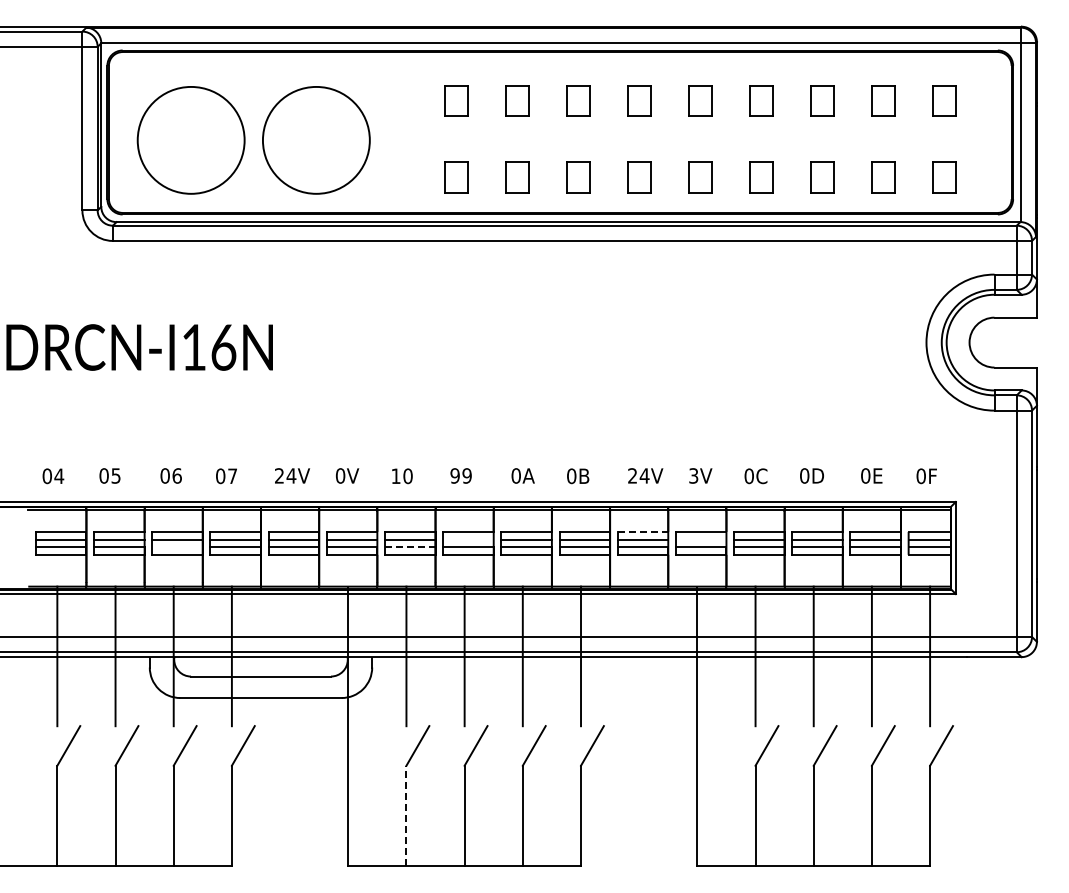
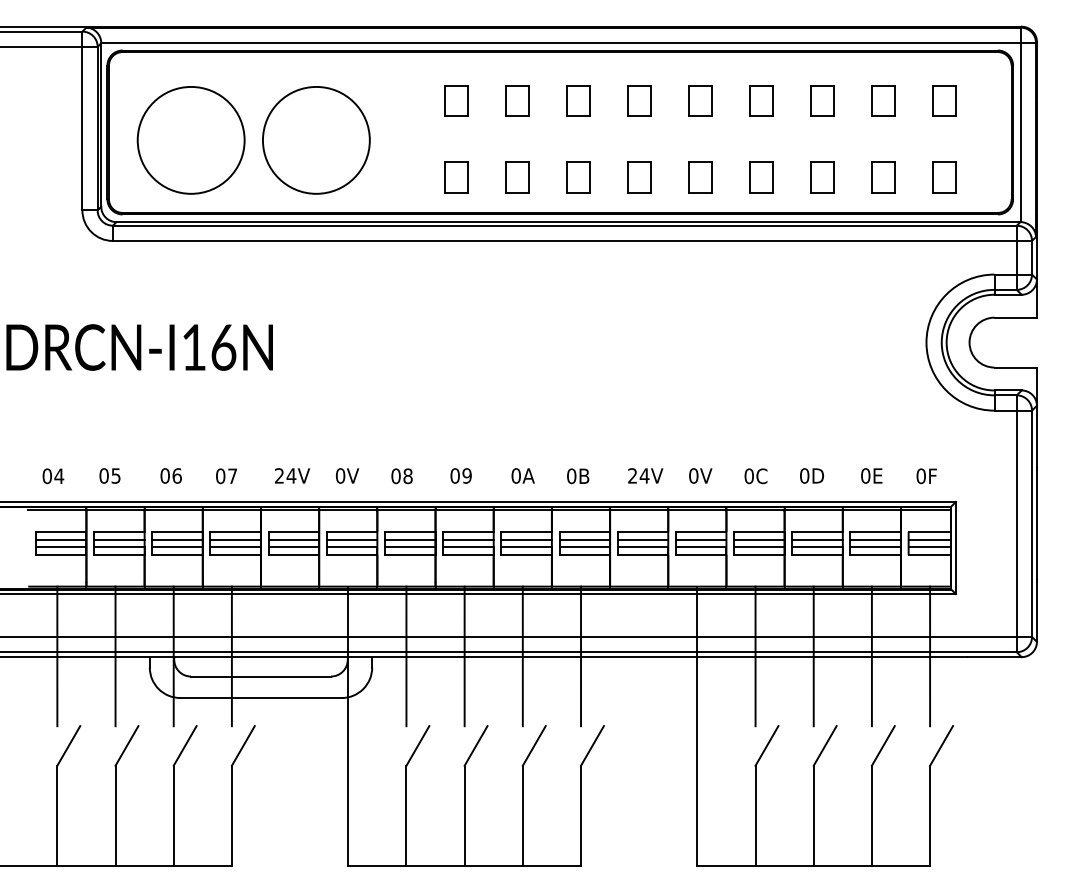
text at (454, 475): 99 -> 09
text at (693, 475): 3V -> 0V
text at (401, 476): 10 -> 08
line at (643, 531): dashed -> solid
line at (468, 539): none -> present
line at (700, 539): none -> present
line at (177, 547): none -> present
line at (410, 547): dashed -> solid
line at (406, 815): dashed -> solid
